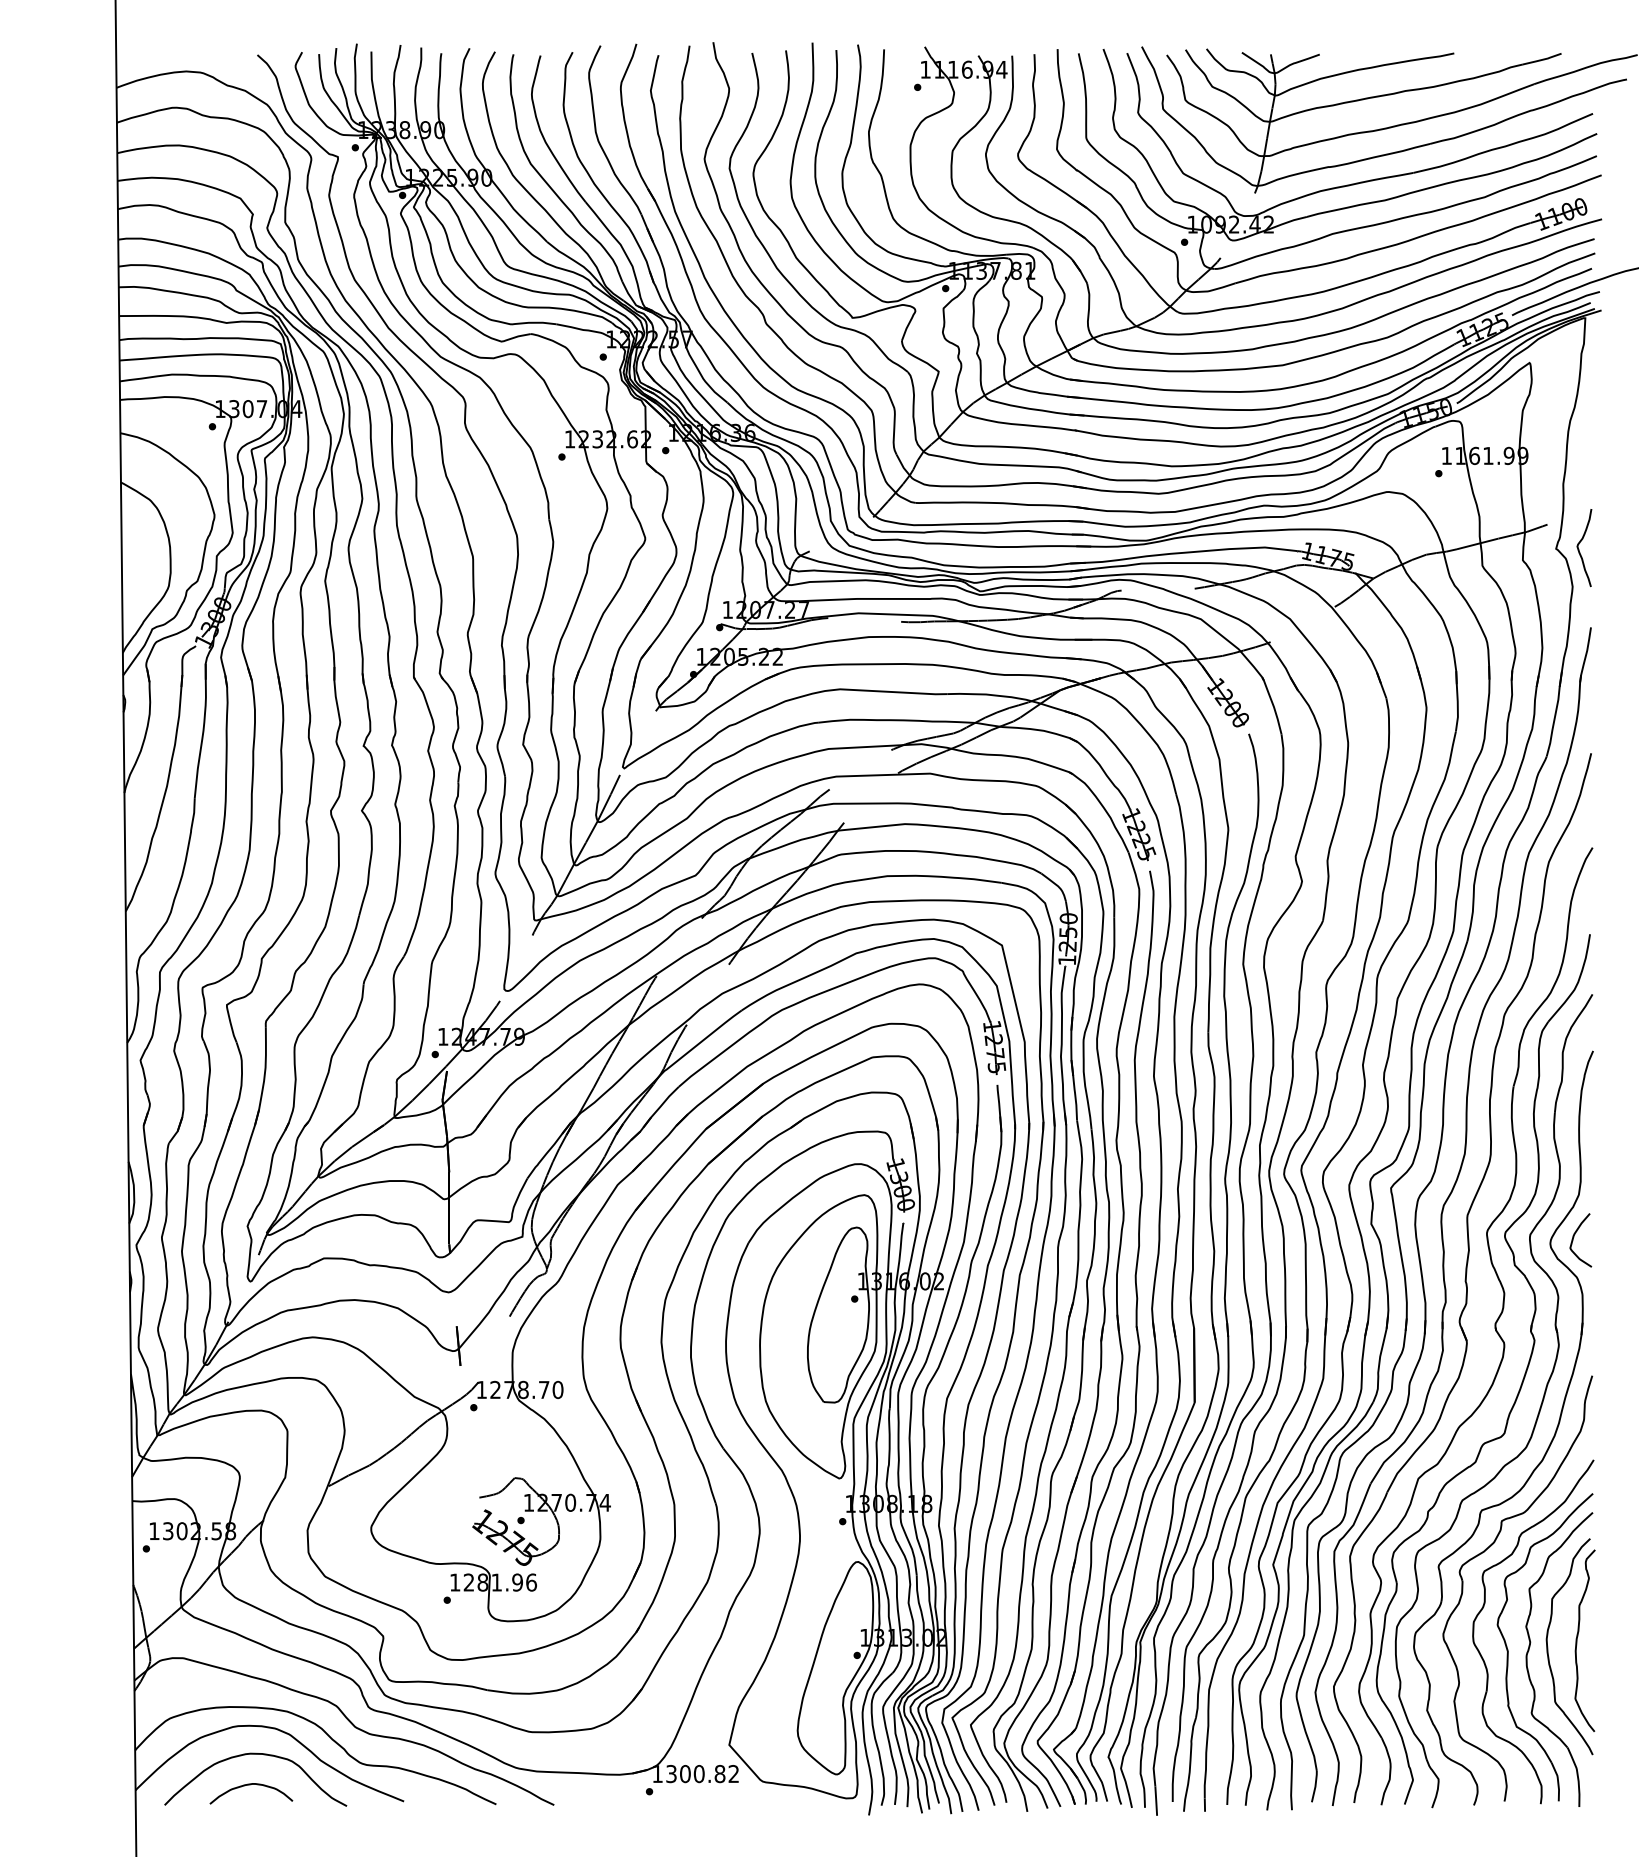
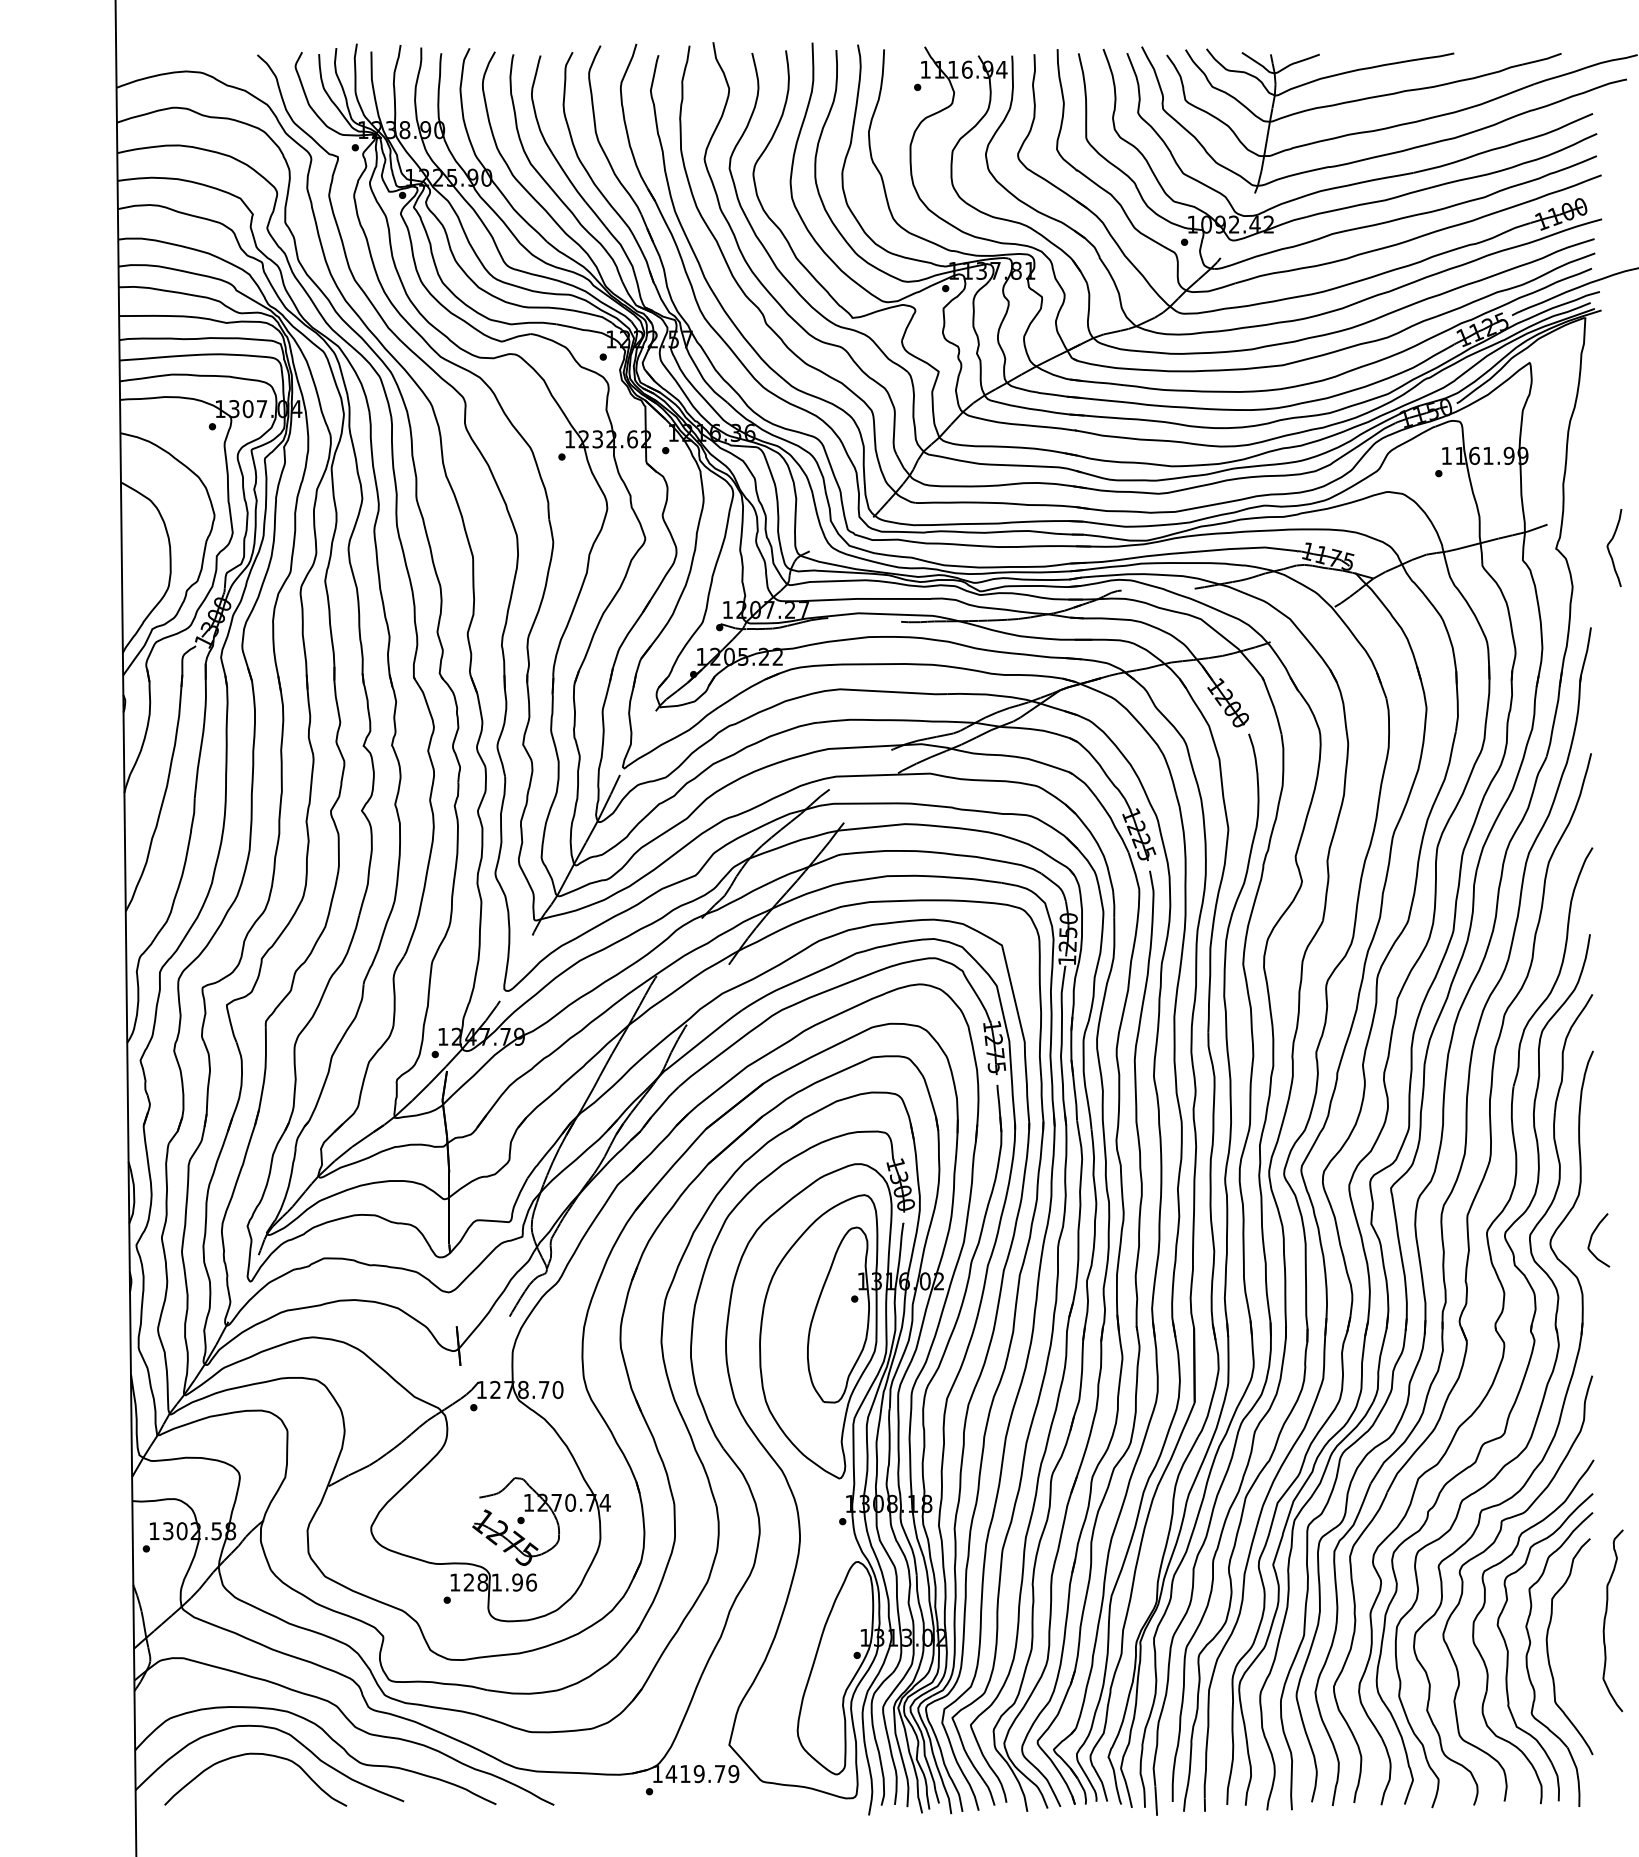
curve at (1579, 549) position: (1579, 549) -> (1609, 549)
curve at (1574, 1237) position: (1574, 1237) -> (1592, 1237)
curve at (1577, 1640) position: (1577, 1640) -> (1605, 1620)
text at (702, 1774): 1300.82 -> 1419.79
curve at (250, 1785): present -> none
